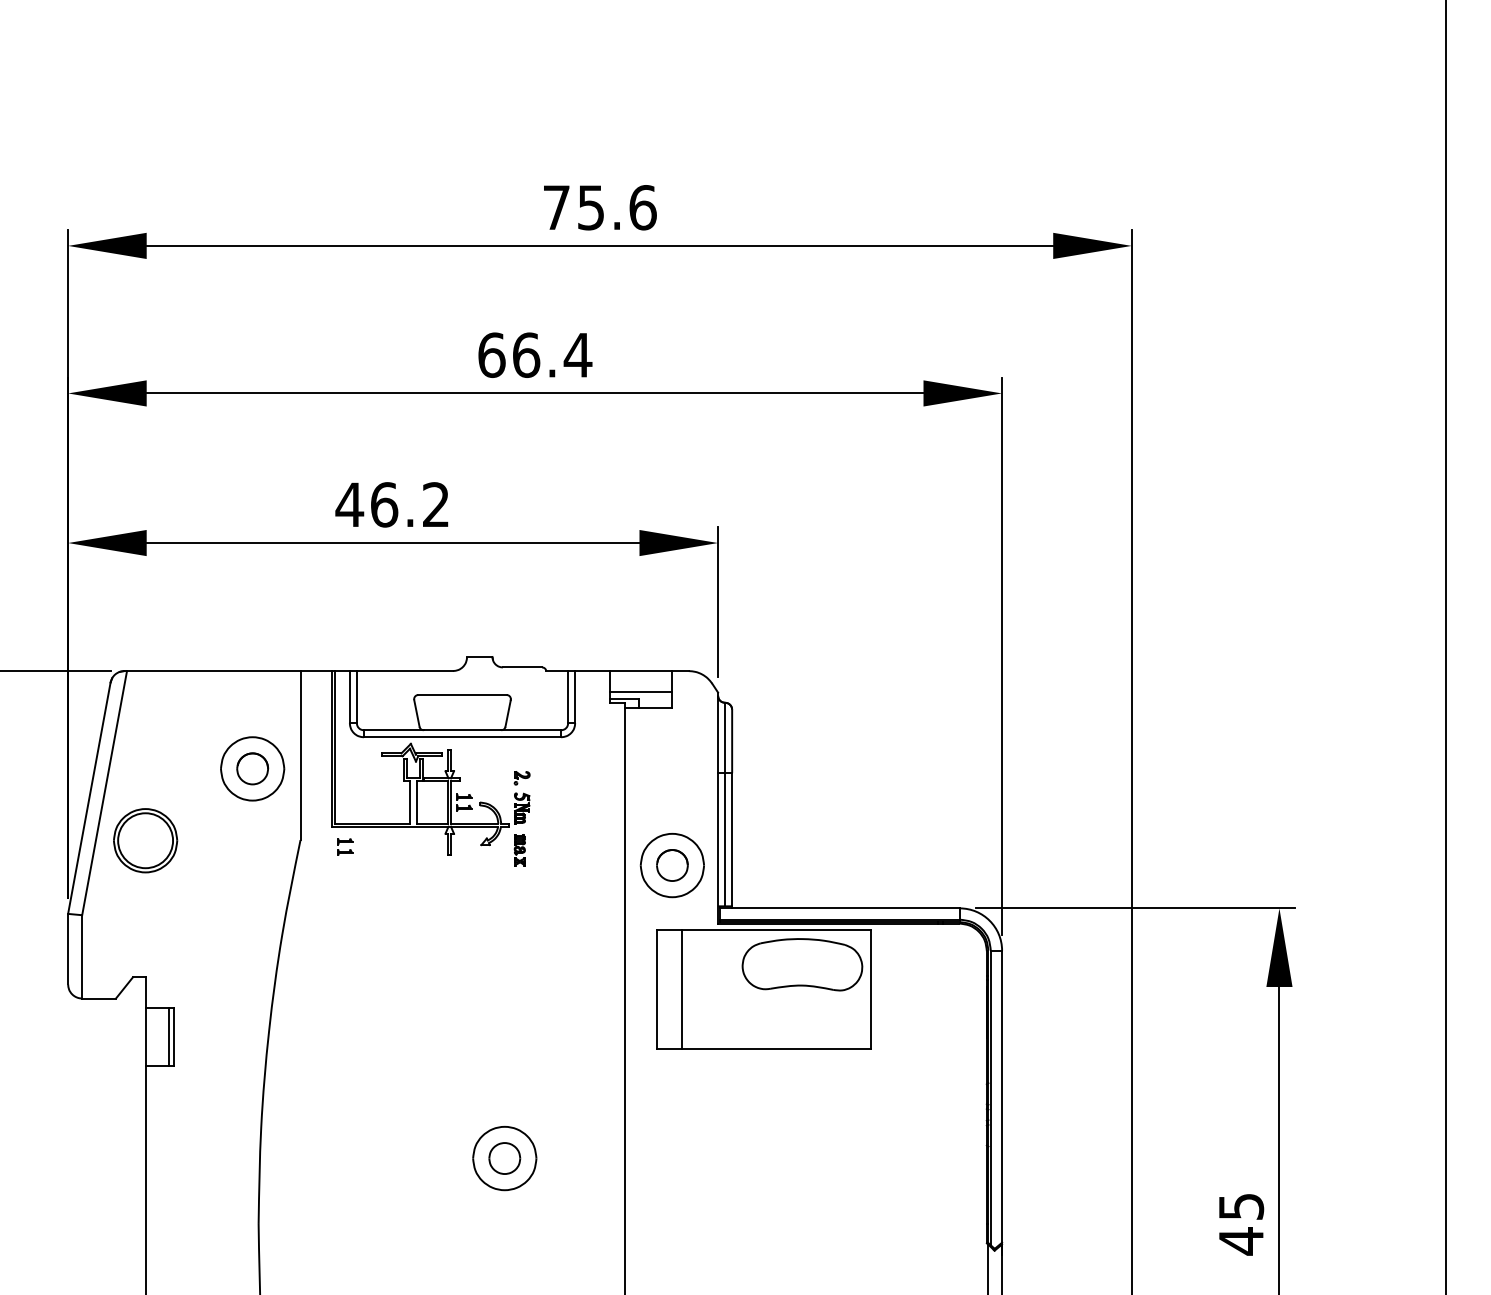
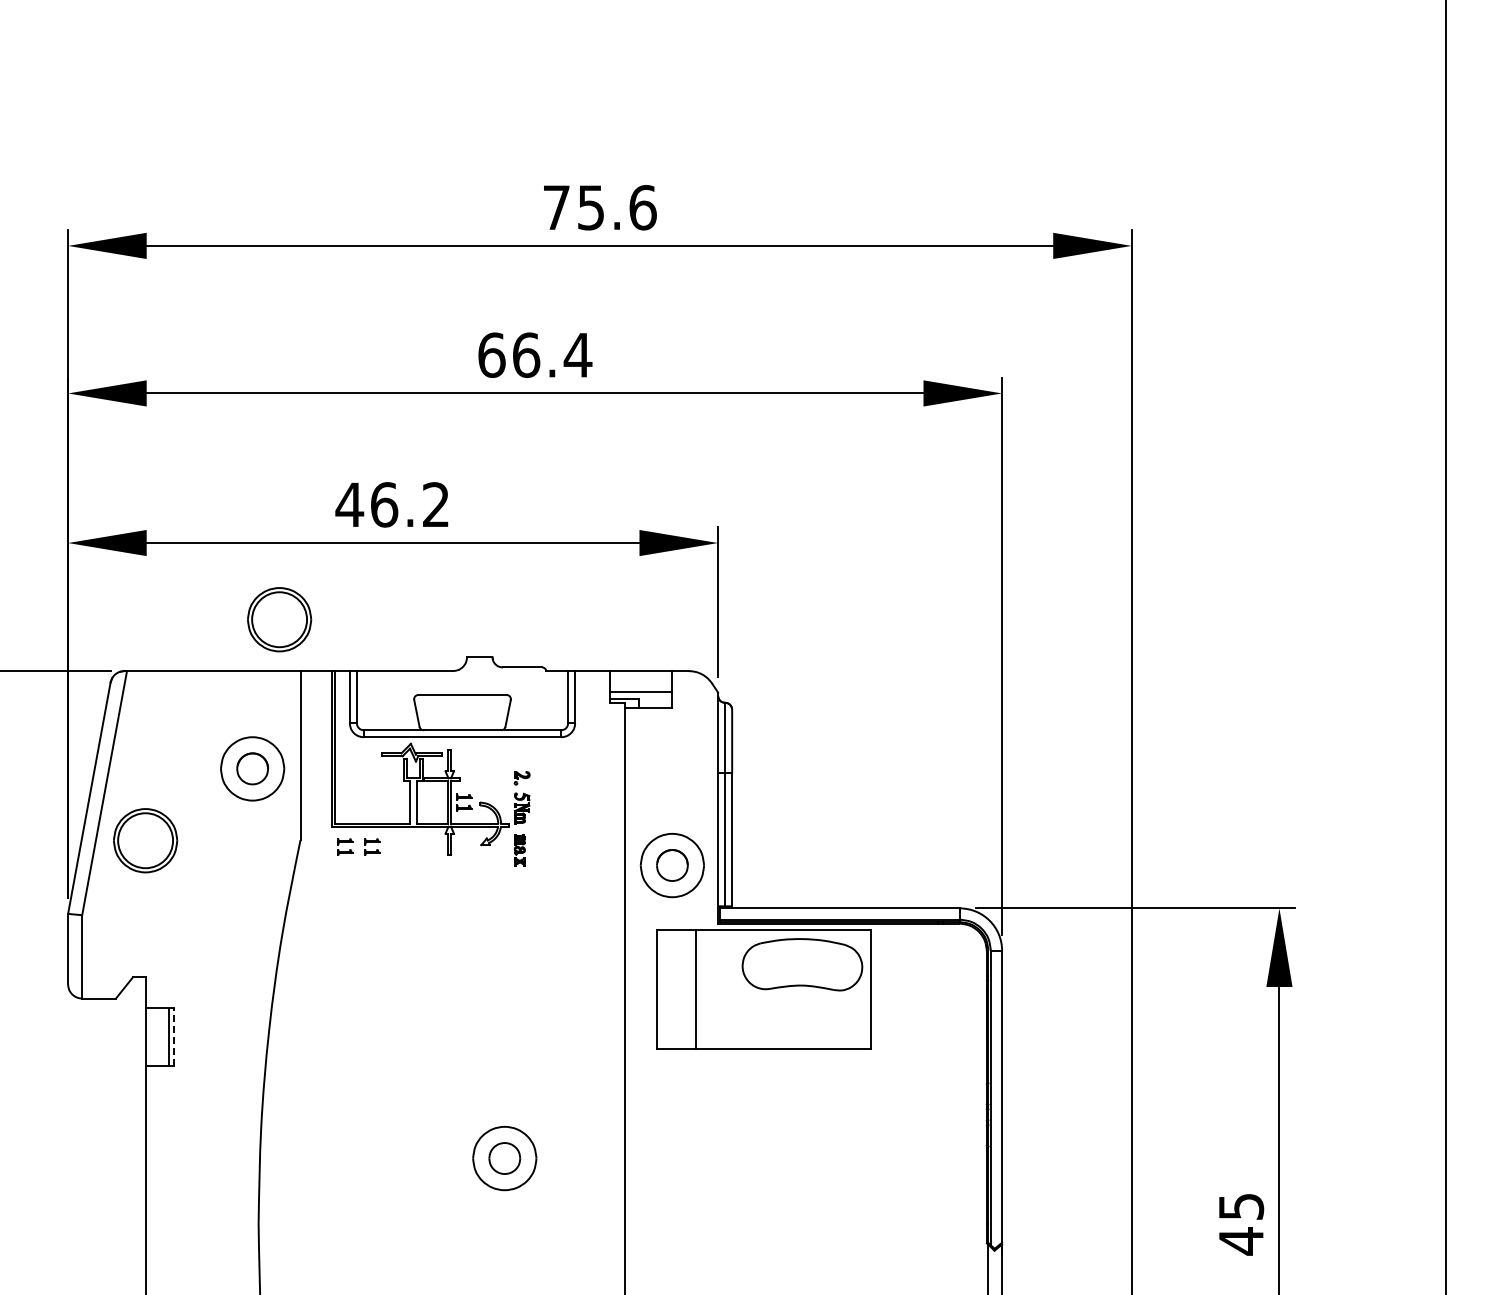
part at (279, 619): none -> present
part at (372, 846): none -> present
line at (682, 989) position: (682, 989) -> (696, 989)
line at (173, 1037): solid -> dashed
